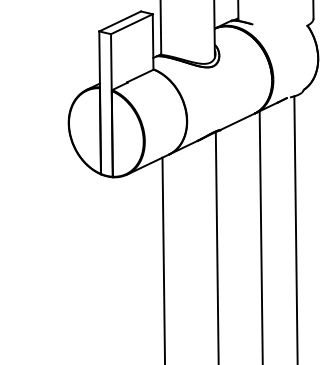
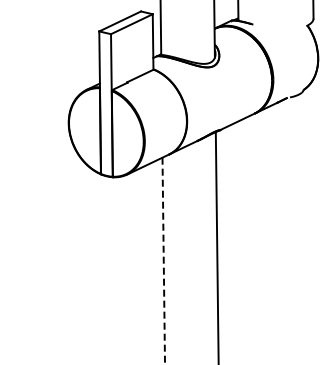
line at (295, 228): present -> none
line at (260, 236): present -> none
line at (163, 261): solid -> dashed
